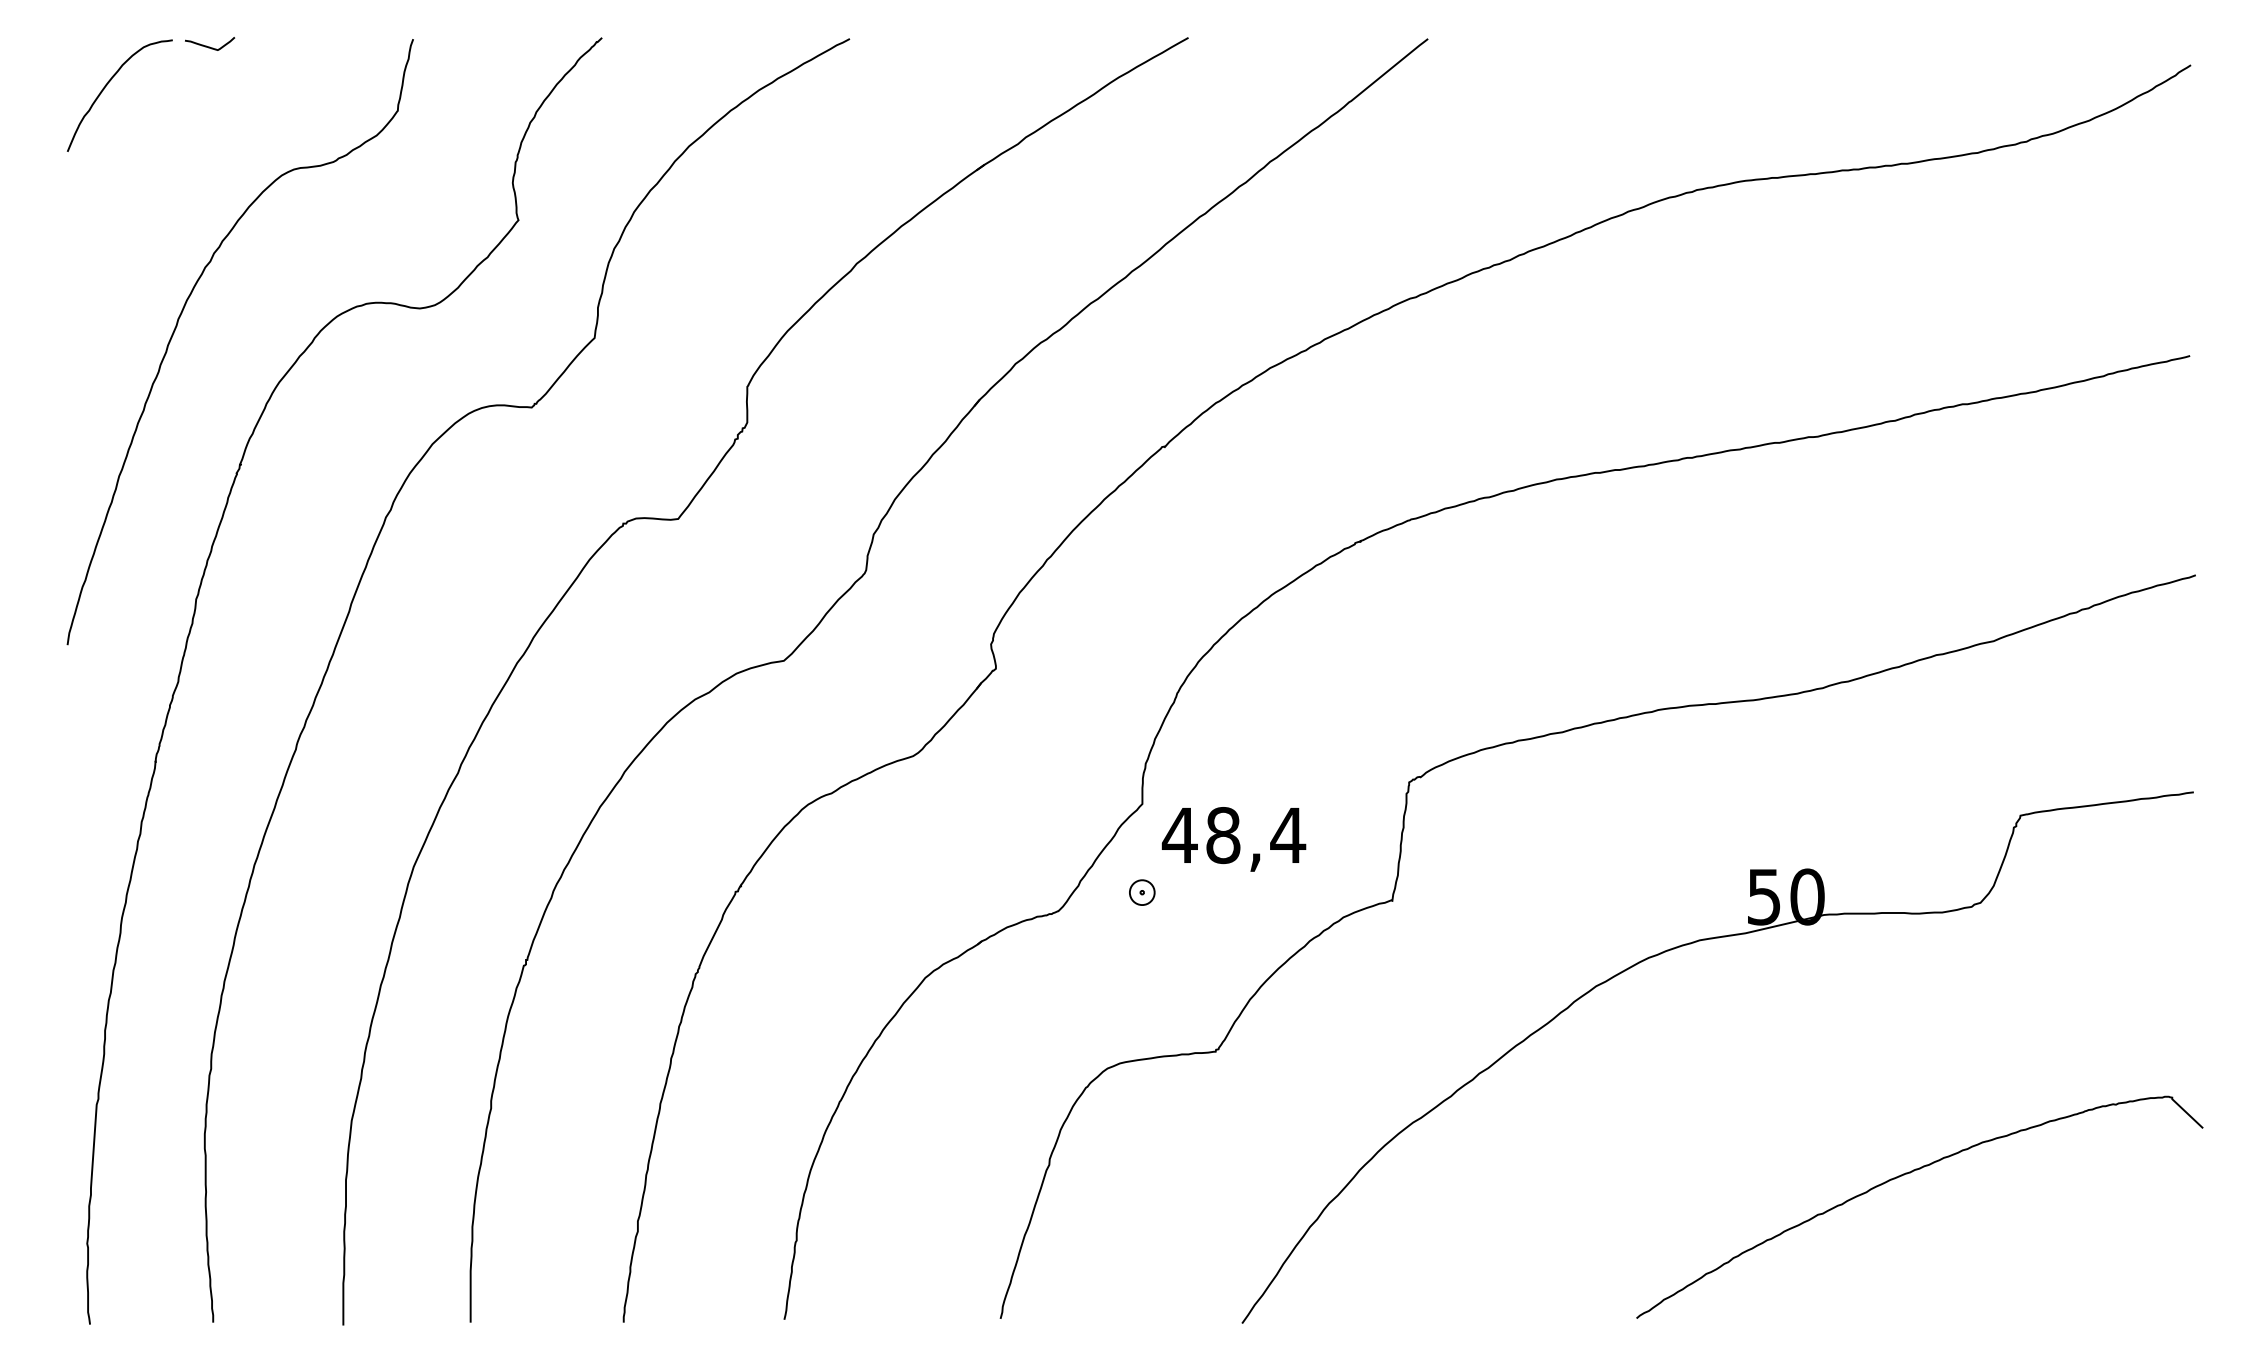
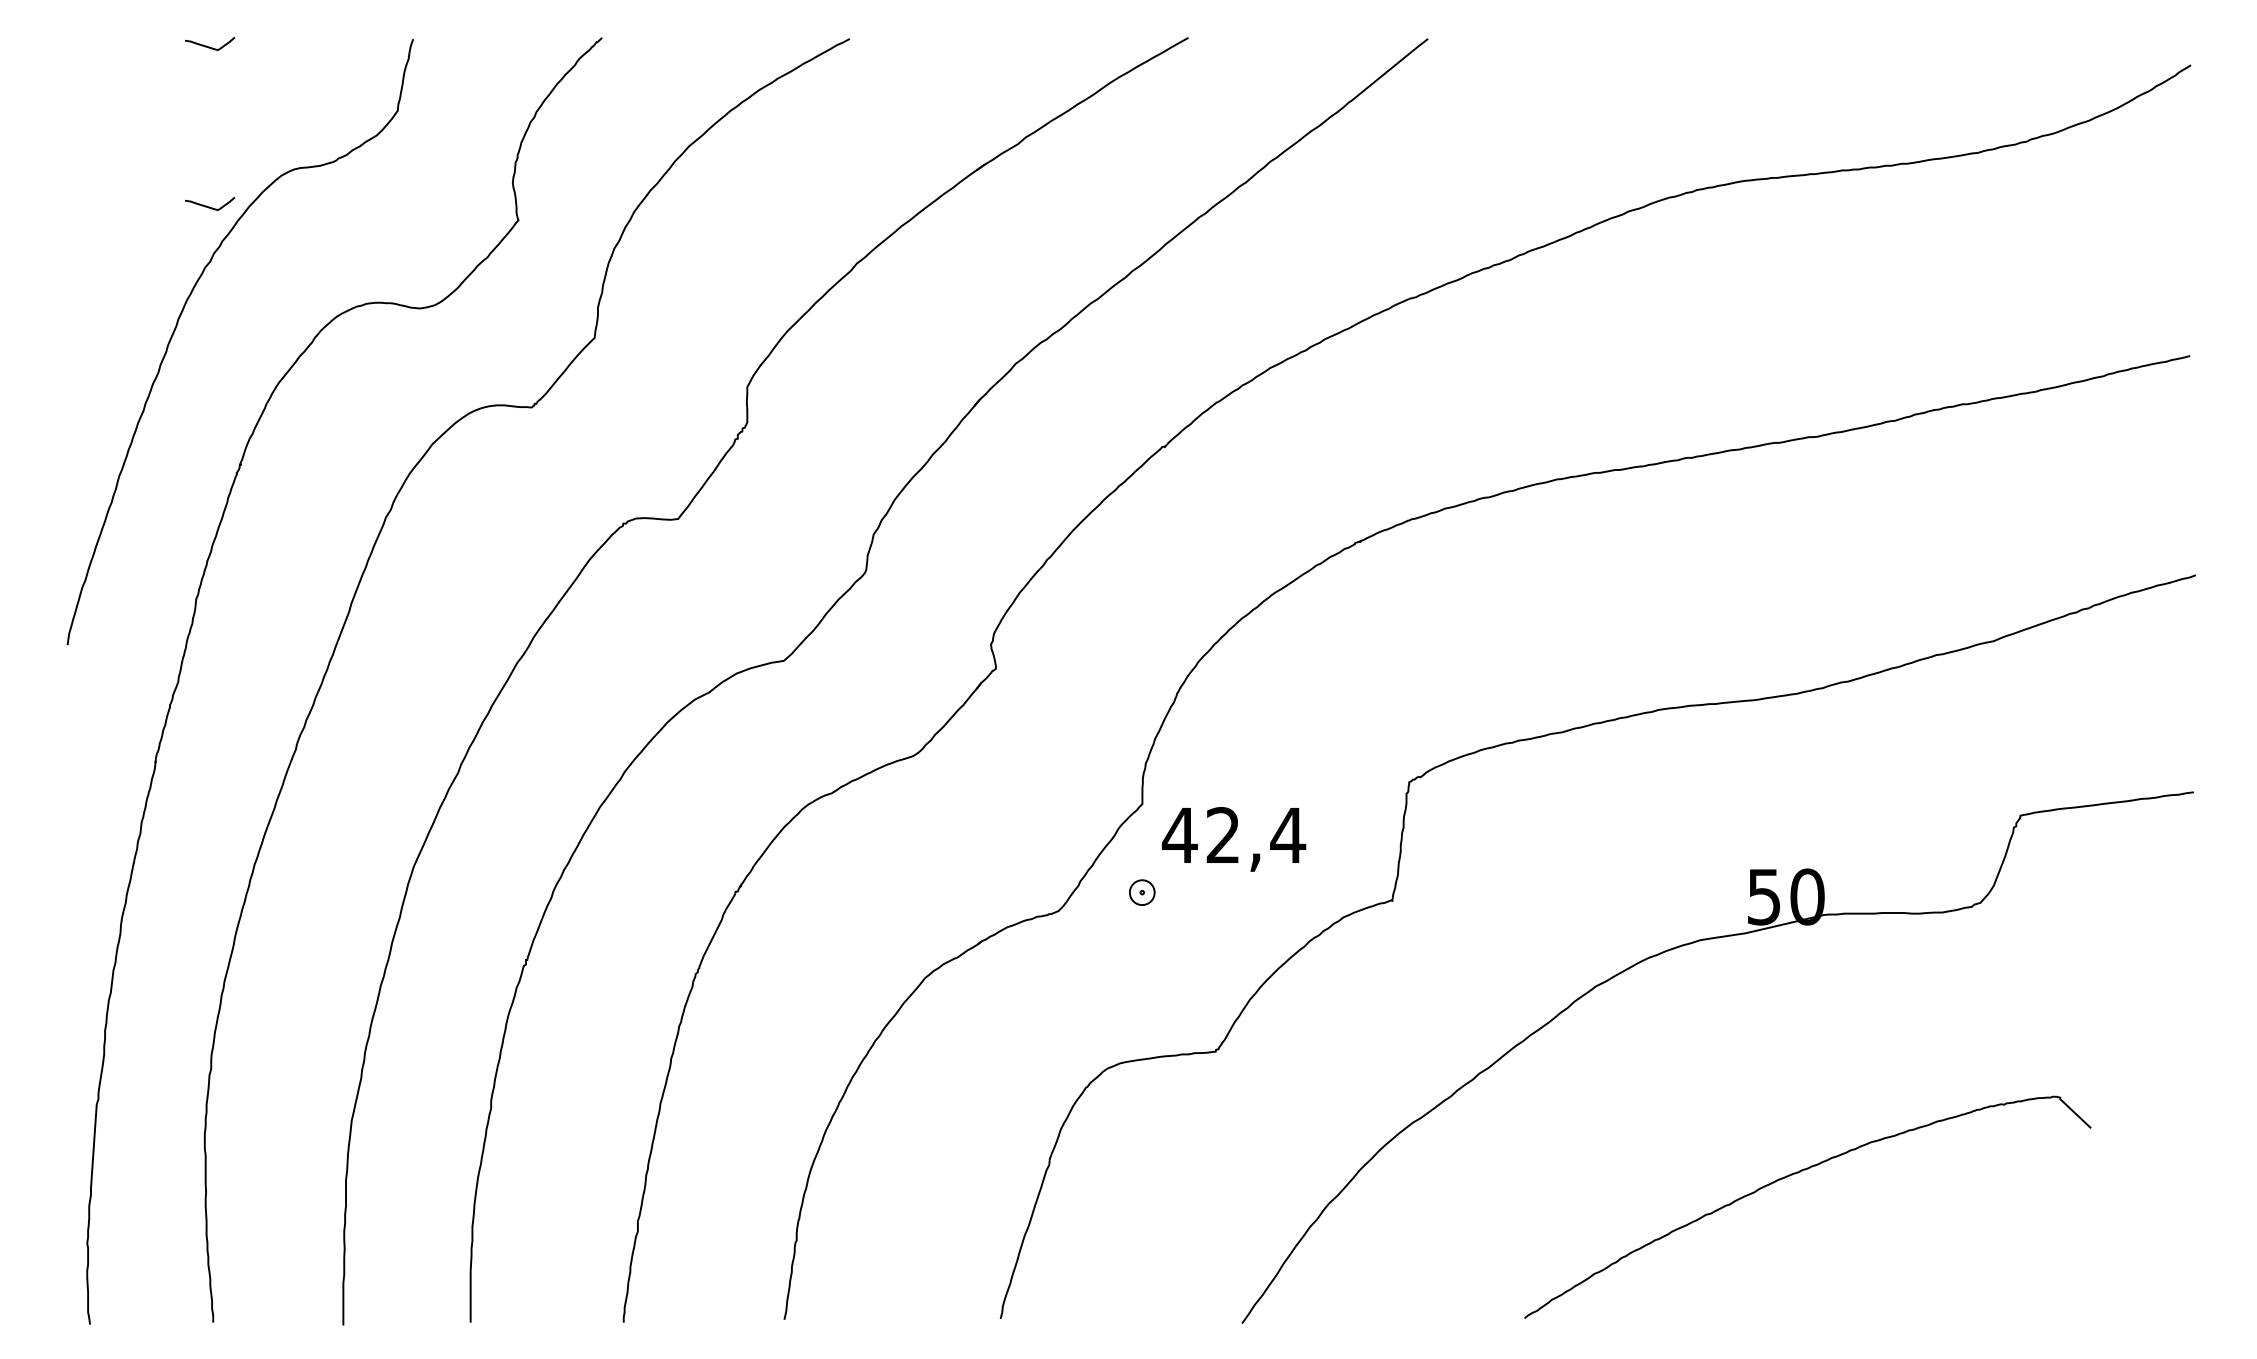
curve at (107, 85): present -> none
curve at (209, 206): none -> present
text at (1223, 835): 48,4 -> 42,4
curve at (1907, 1174) position: (1907, 1174) -> (1795, 1174)
